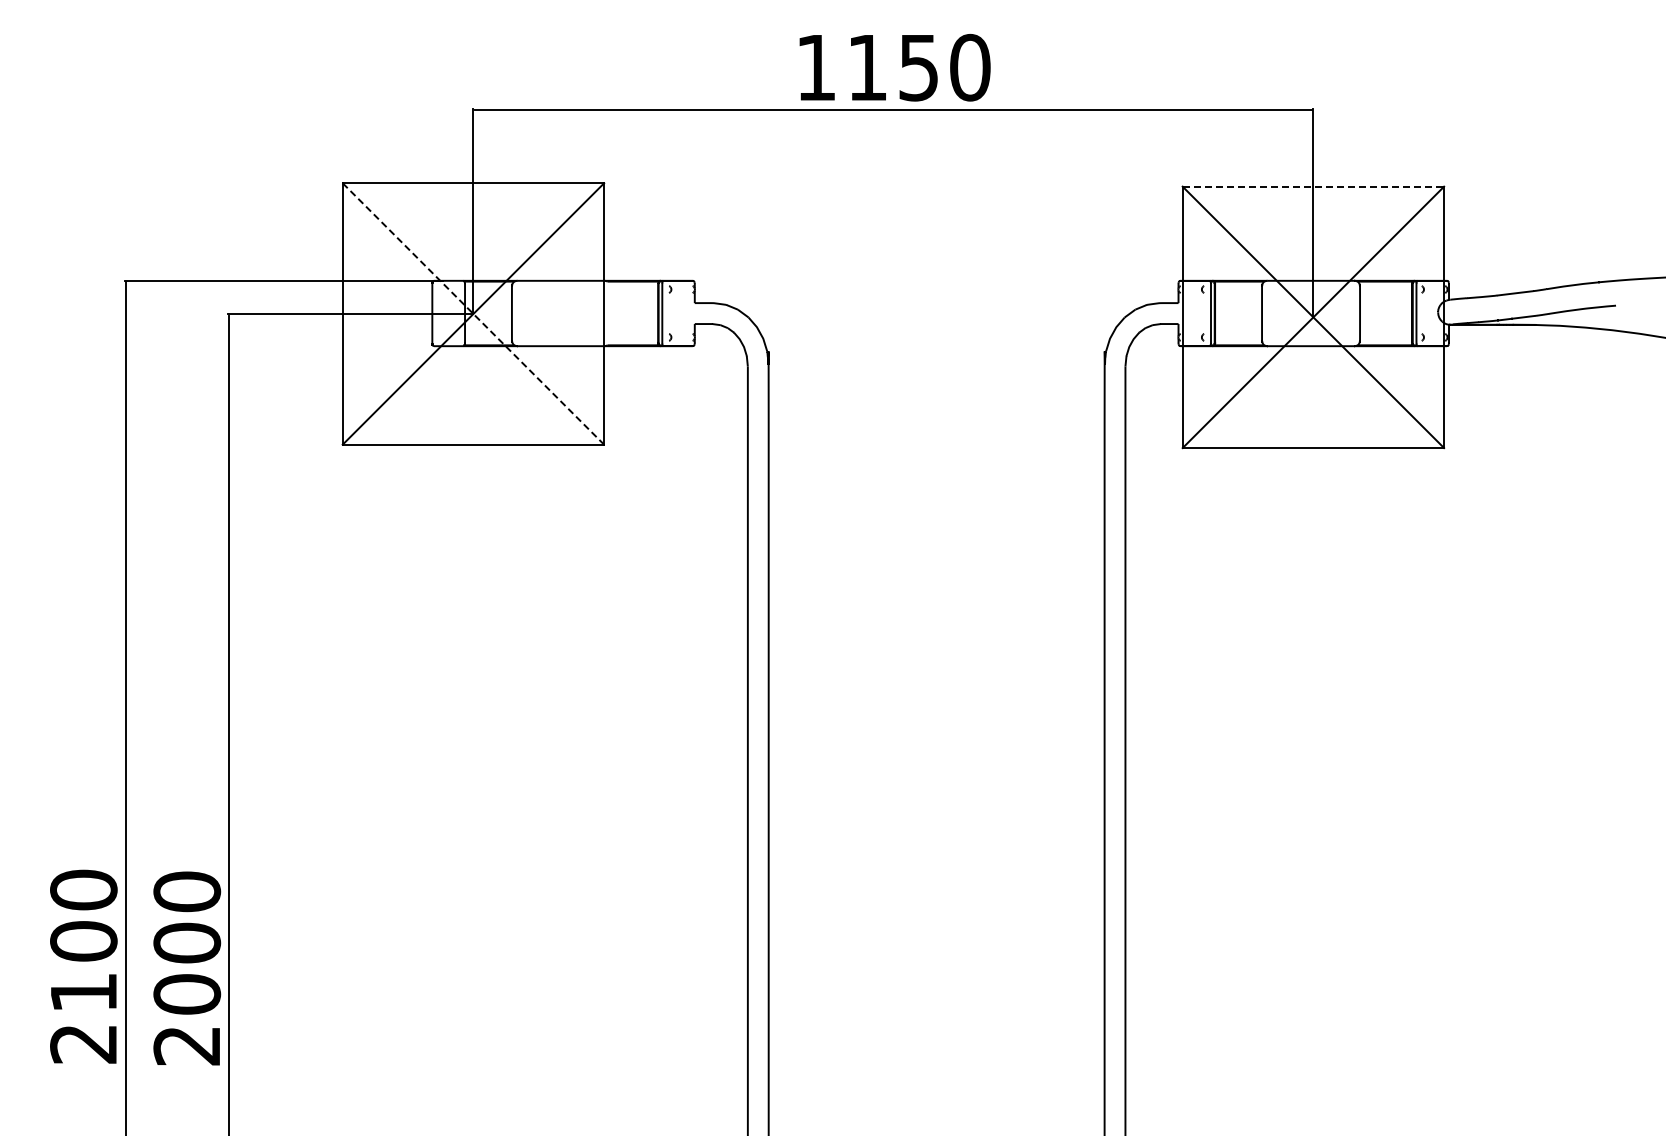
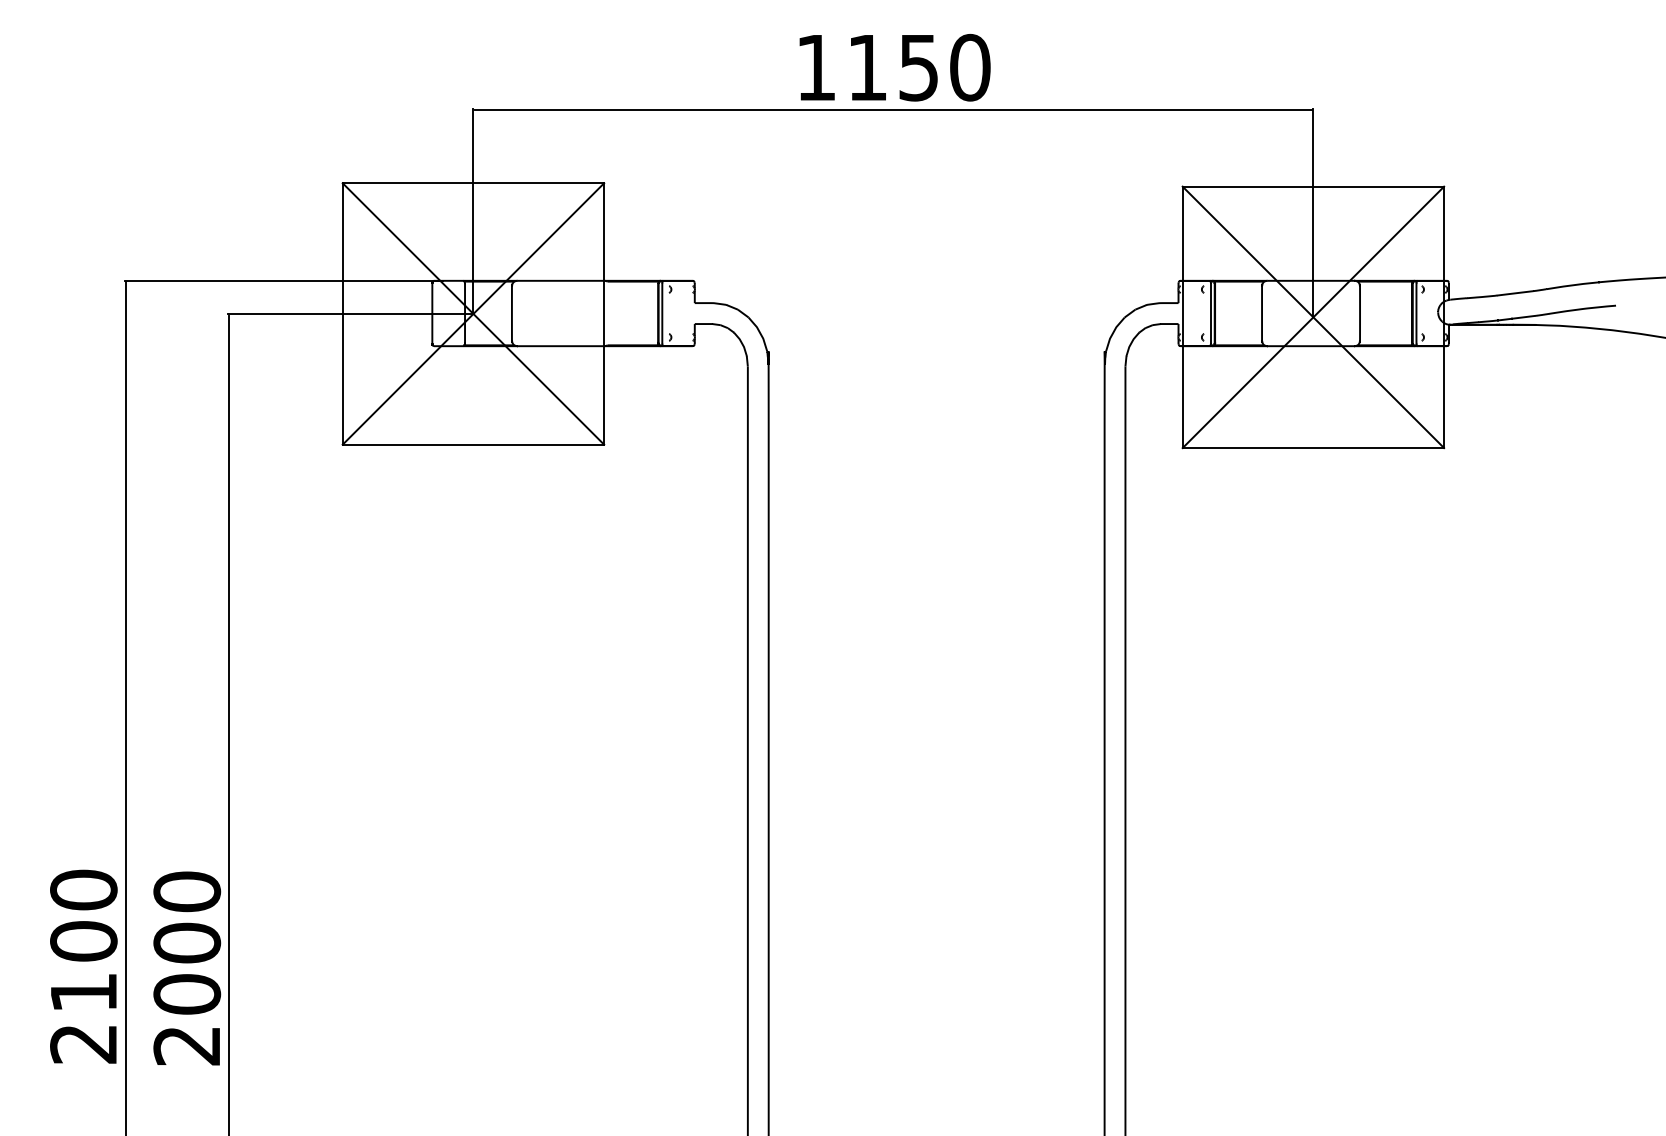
line at (1313, 186): dashed -> solid
line at (473, 313): dashed -> solid
